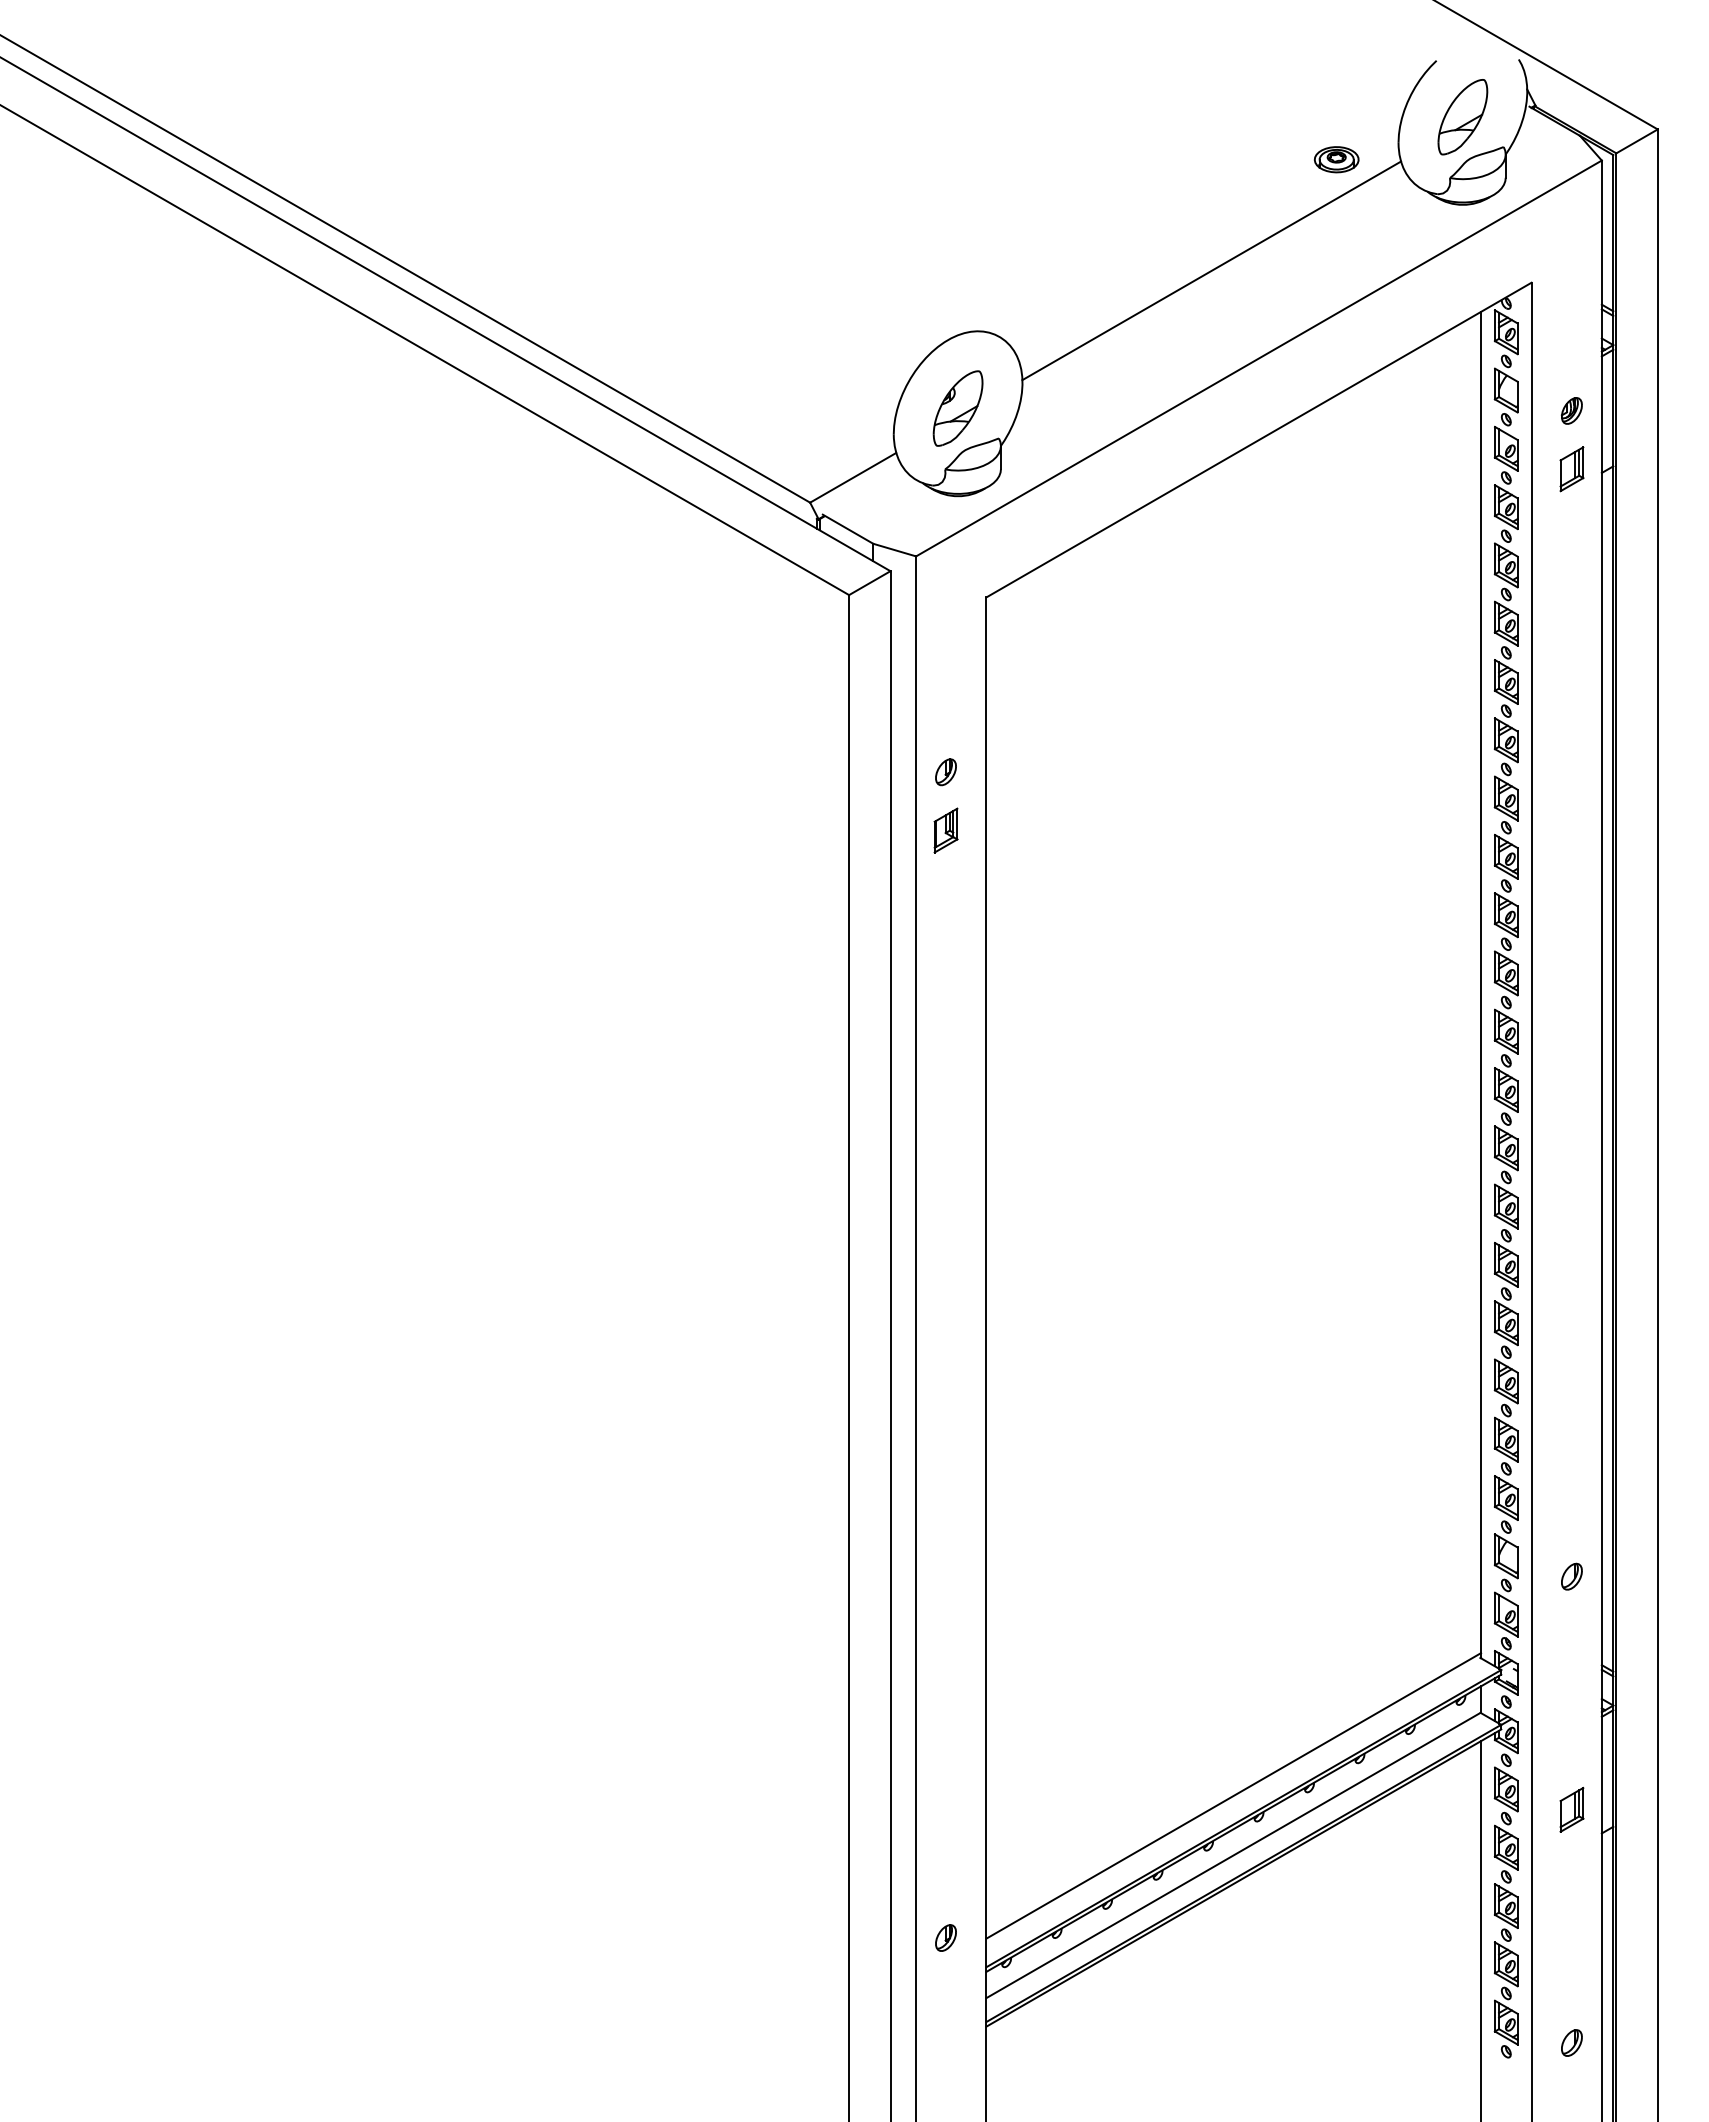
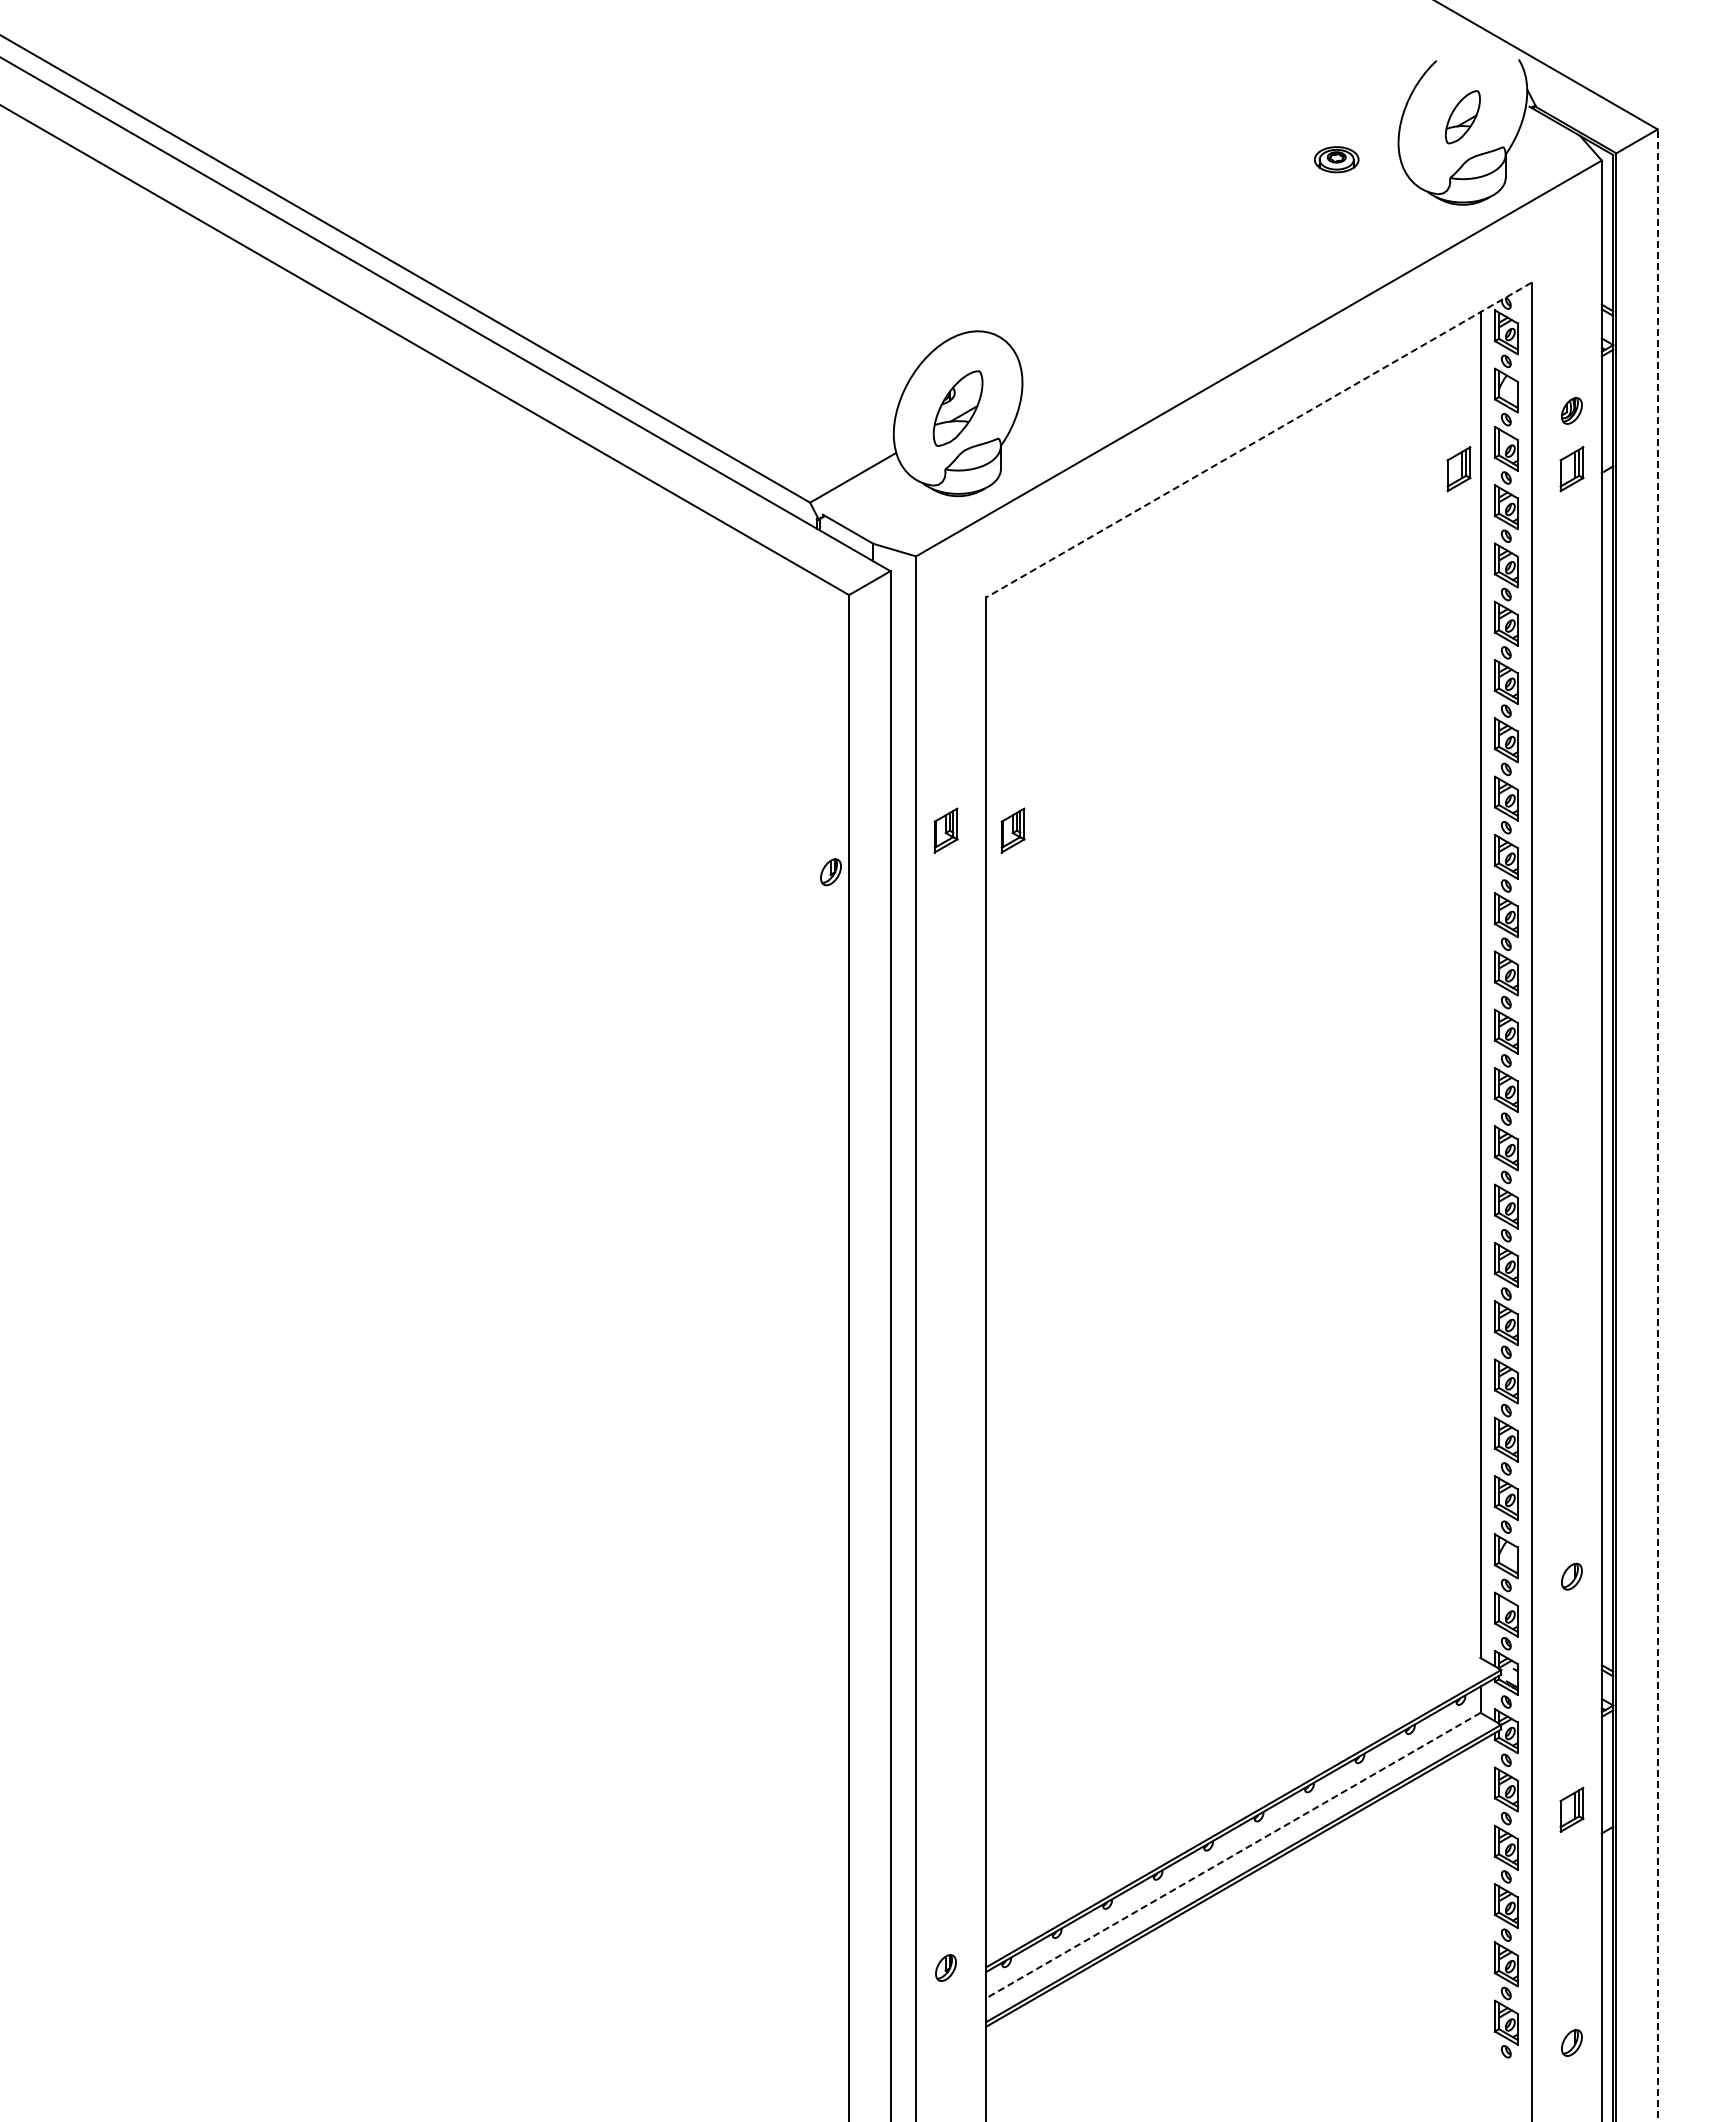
part at (1462, 117) size: 52x77 px -> 36x55 px
line at (1211, 270): present -> none
line at (1258, 440): solid -> dashed
part at (1458, 469): none -> present
part at (945, 772) position: (945, 772) -> (830, 872)
part at (1012, 830): none -> present
line at (1657, 1125): solid -> dashed
line at (1233, 1795): present -> none
line at (1233, 1855): solid -> dashed
line at (1481, 1929): present -> none
part at (945, 1937) position: (945, 1937) -> (945, 1967)
